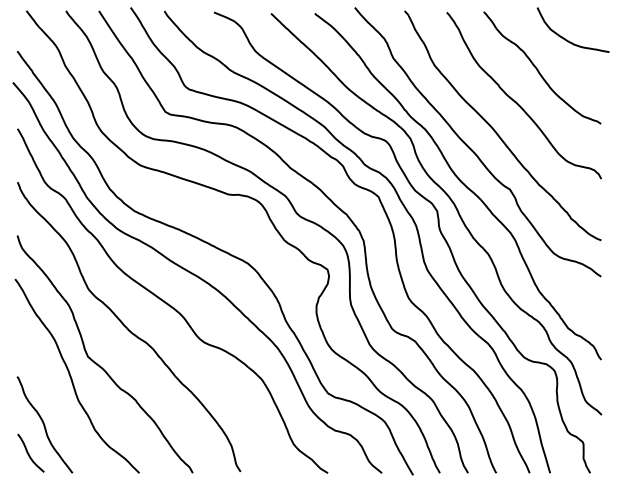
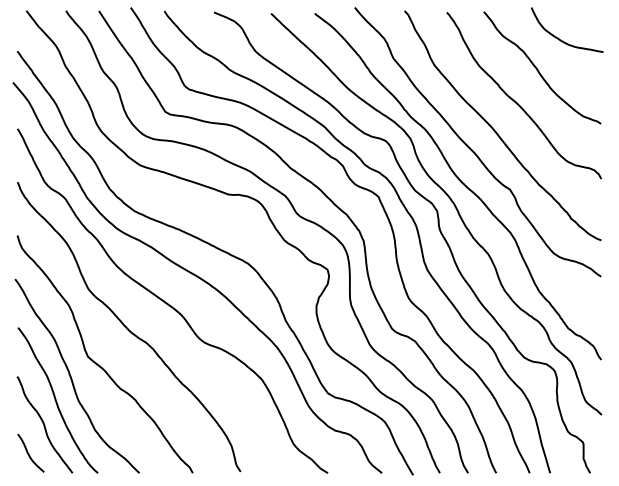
curve at (567, 39) position: (567, 39) -> (561, 39)
curve at (56, 400): none -> present
